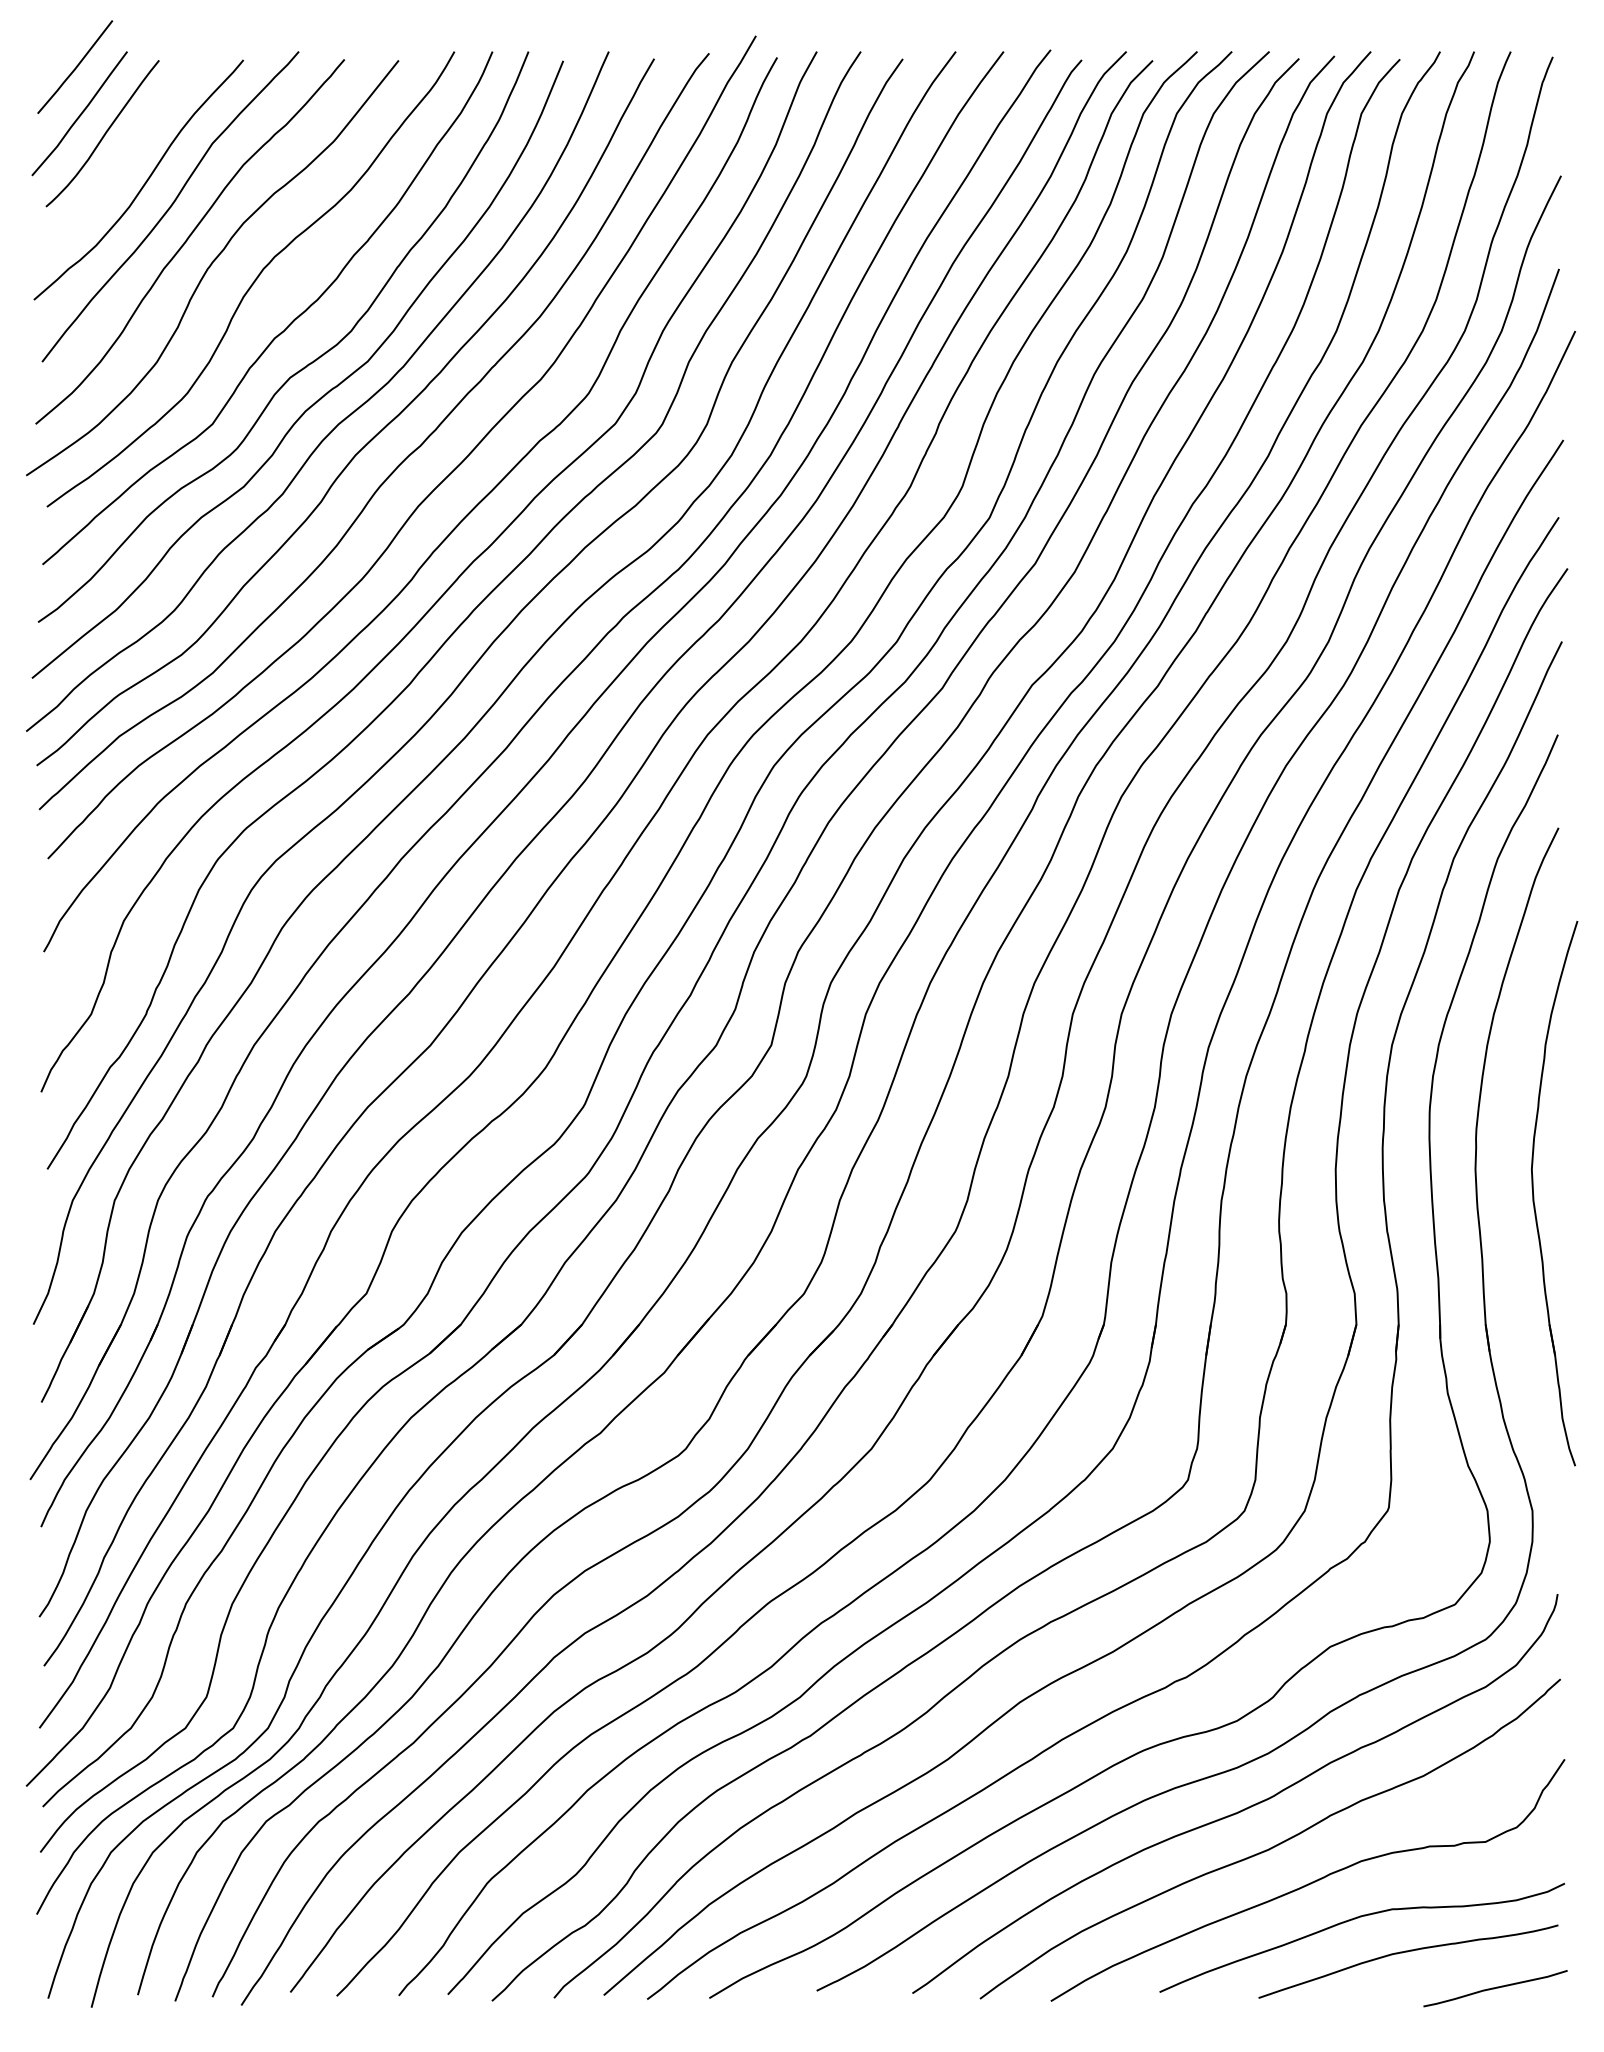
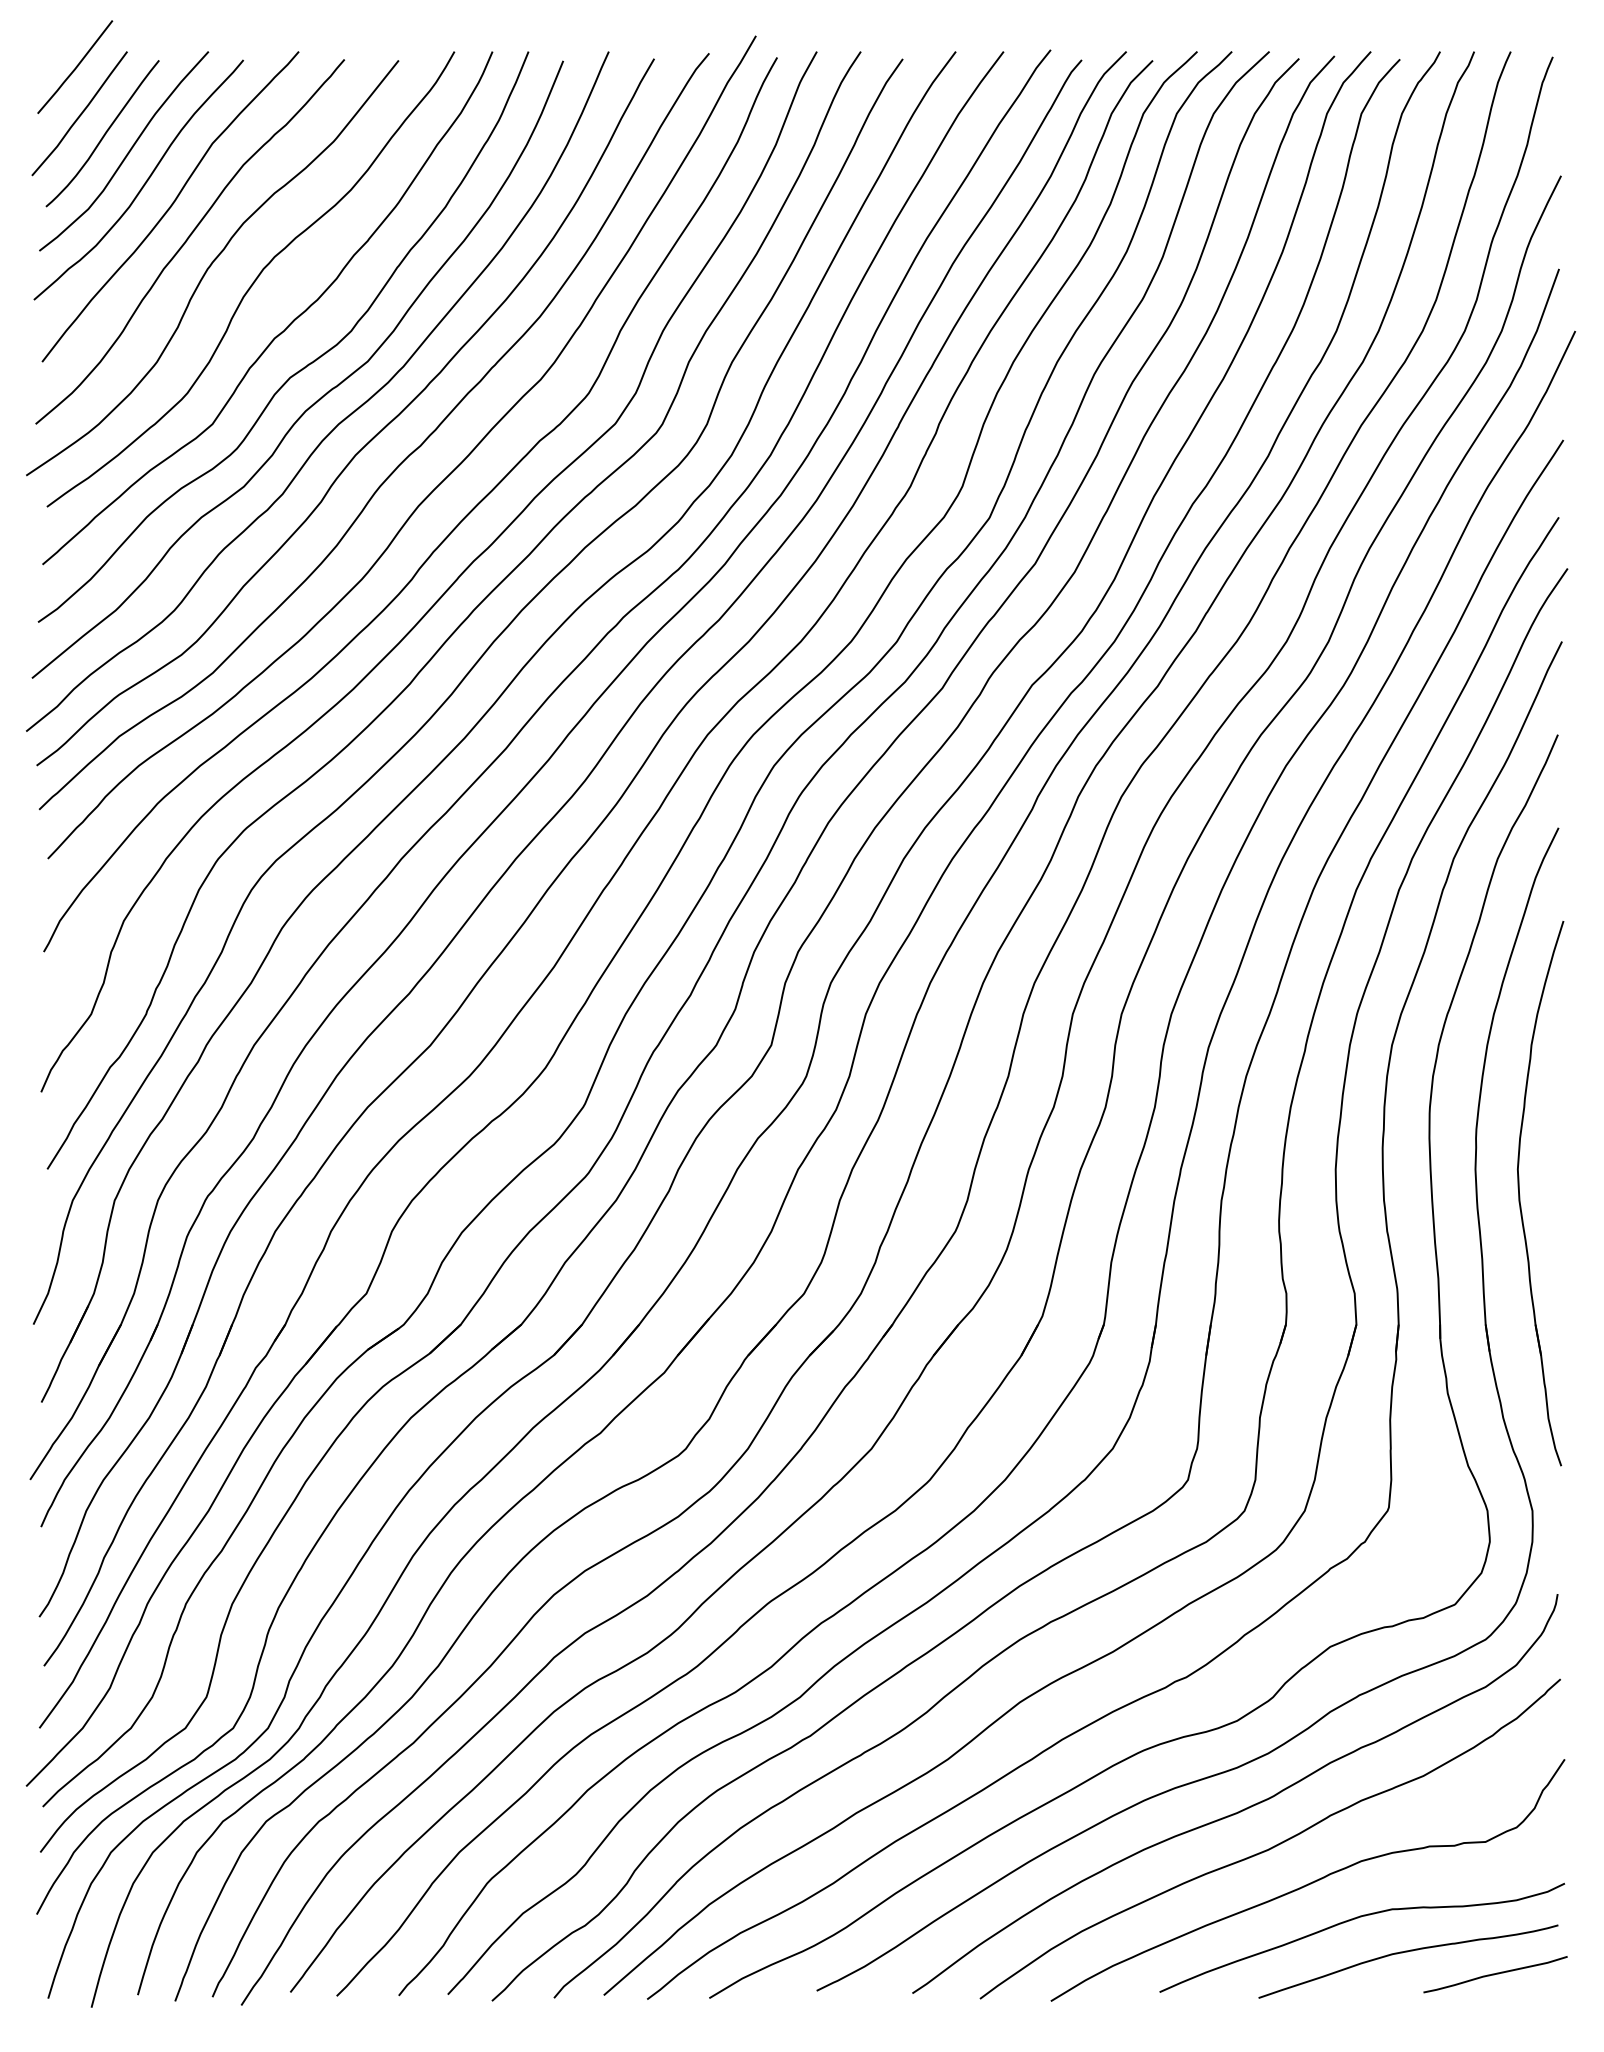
curve at (127, 152): none -> present
part at (1534, 1195) position: (1534, 1195) -> (1520, 1195)
curve at (1495, 1988) position: (1495, 1988) -> (1495, 1974)
